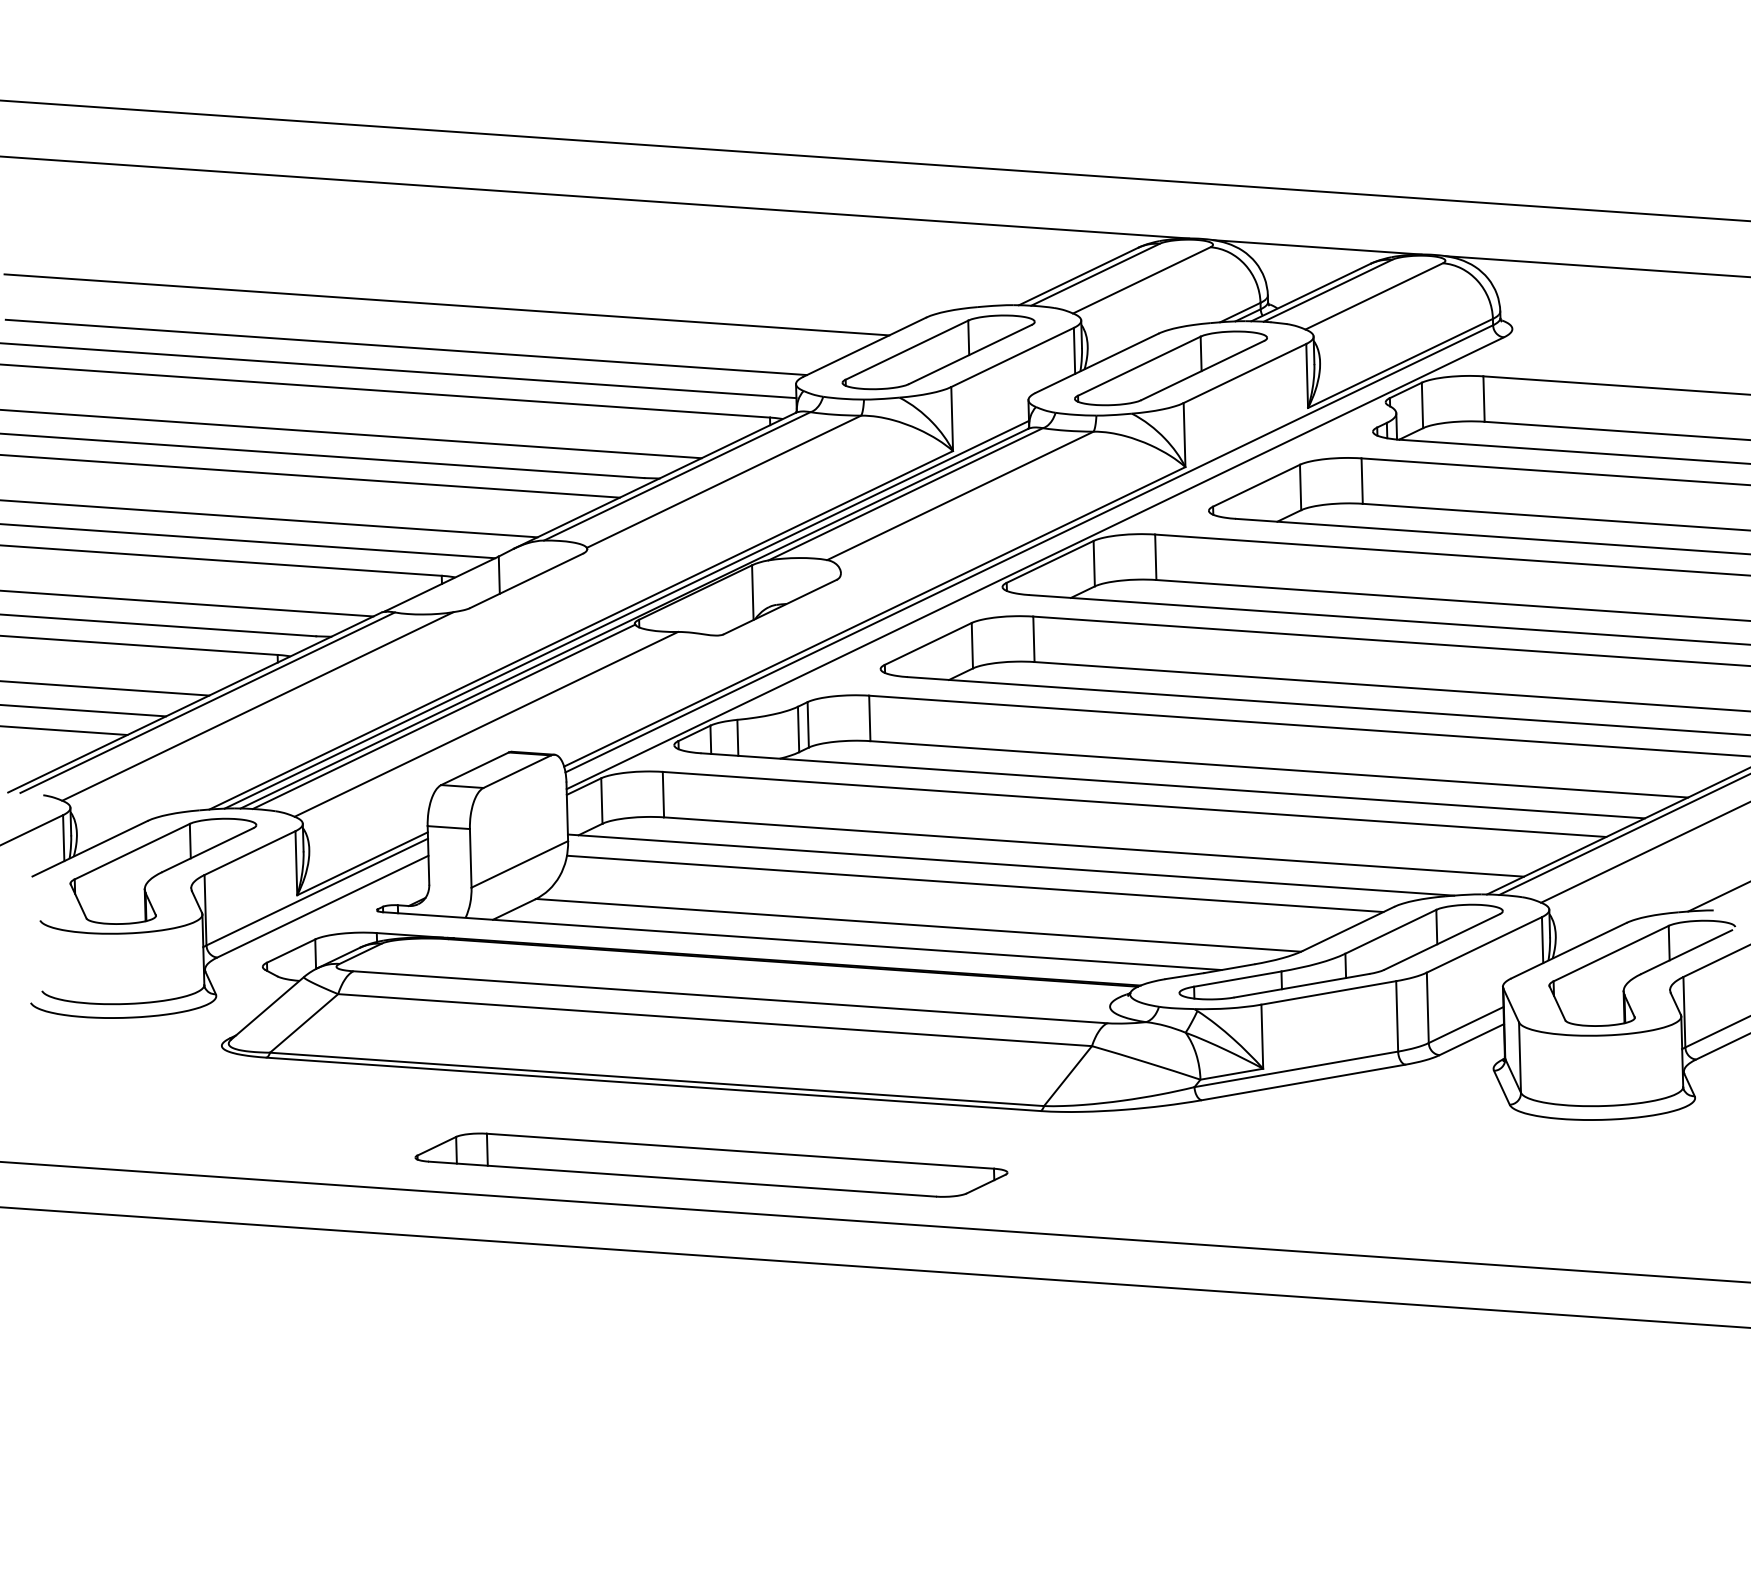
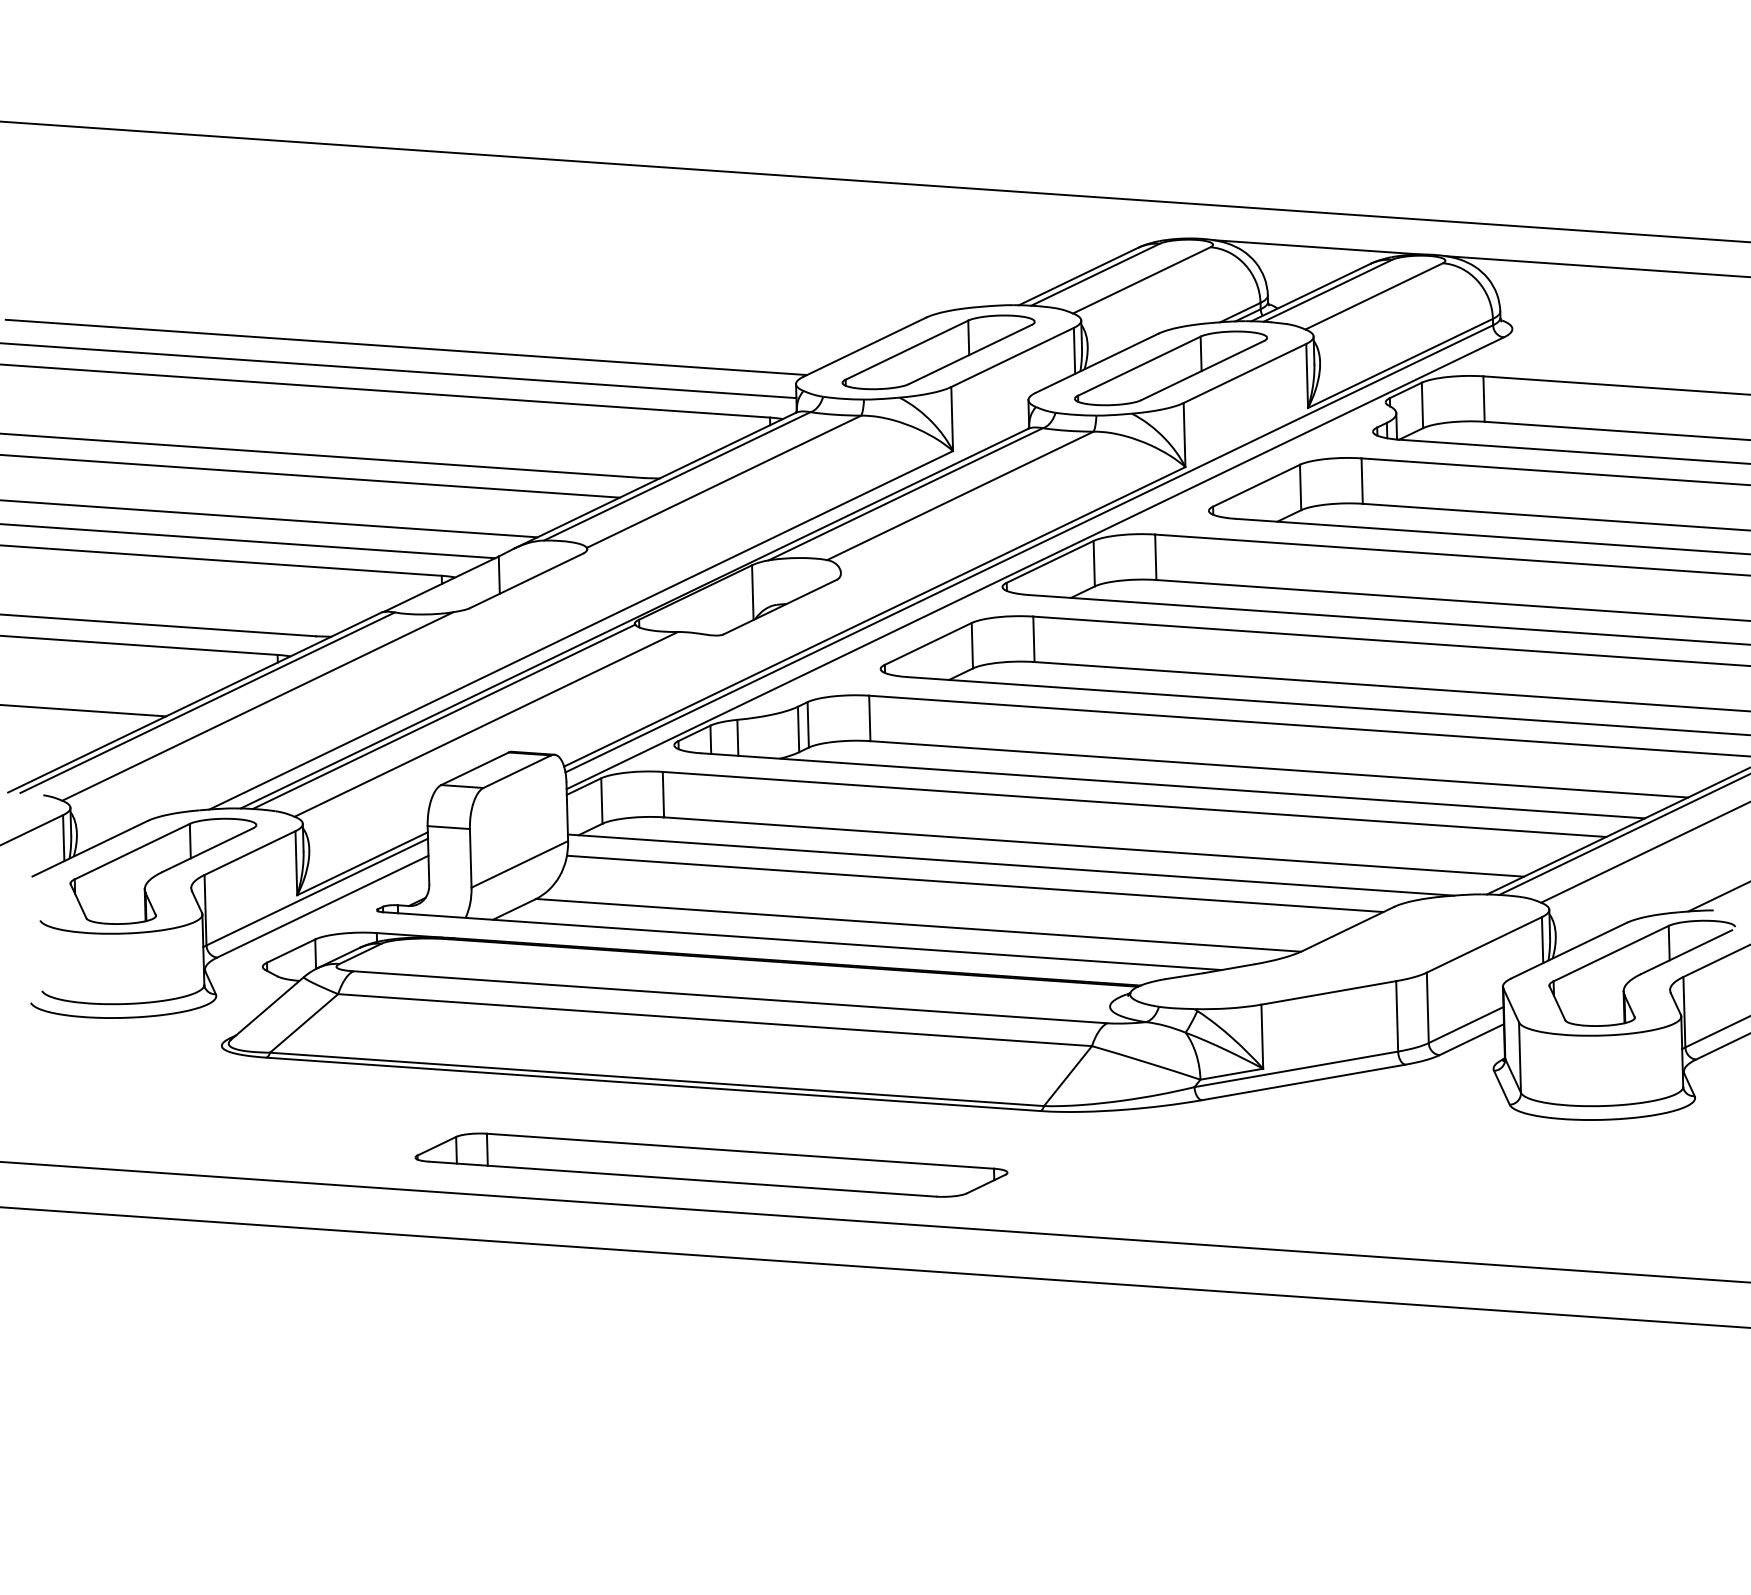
line at (874, 160) position: (874, 160) -> (874, 181)
line at (595, 197): present -> none
line at (446, 304): present -> none
line at (351, 434): present -> none
line at (187, 603): present -> none
line at (626, 614): present -> none
line at (105, 688): present -> none
line at (64, 730): present -> none
part at (1340, 951): present -> none
